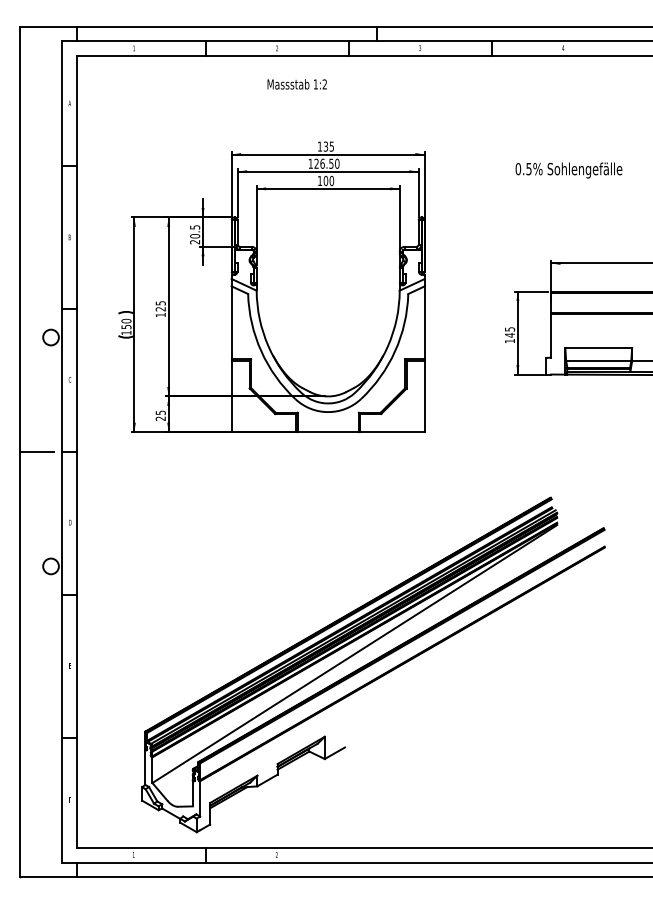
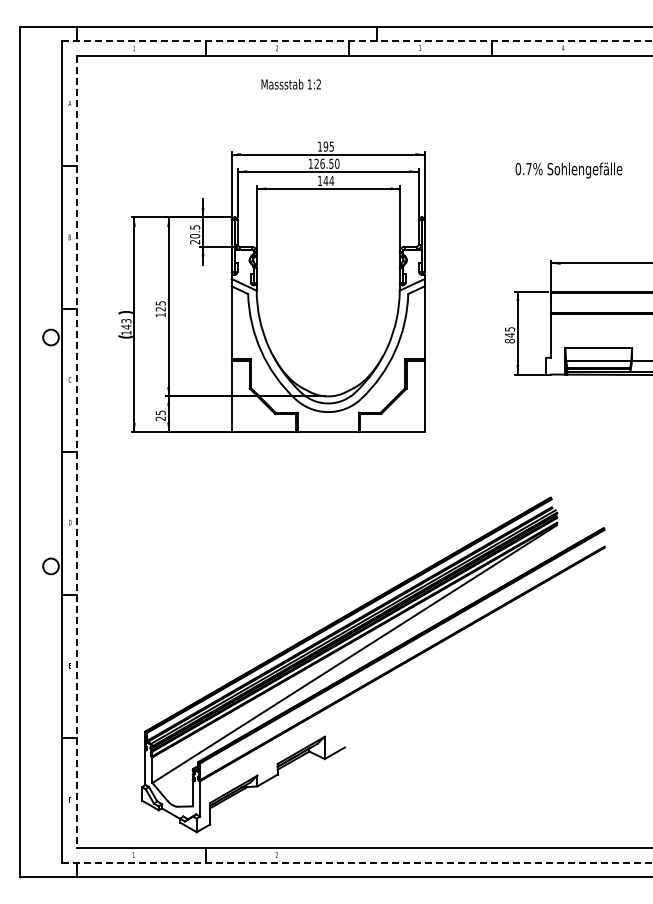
line at (357, 41): solid -> dashed
text at (296, 84) position: (296, 84) -> (290, 84)
text at (325, 146): 135 -> 195
text at (528, 169): 0.5% -> 0.7%
text at (328, 180): 100 -> 144
text at (126, 323): 150 -> 143
text at (509, 341): 145 -> 845
line at (36, 452): present -> none
line at (76, 452): solid -> dashed
line at (357, 862): solid -> dashed
